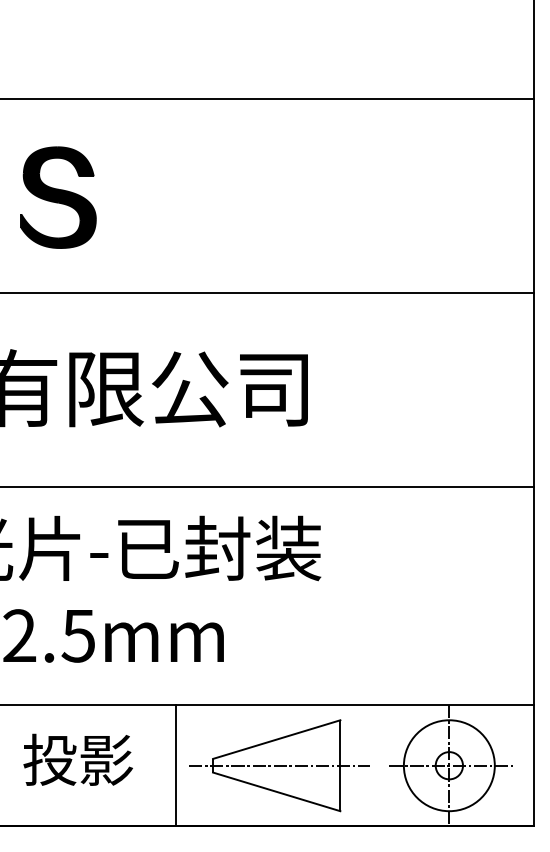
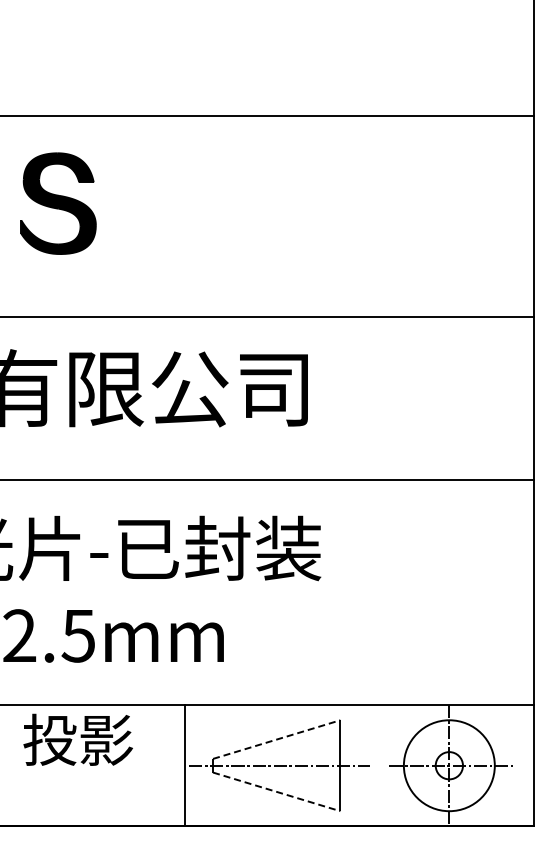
line at (267, 99) position: (267, 99) -> (267, 116)
part at (58, 197) position: (58, 197) -> (58, 203)
line at (267, 293) position: (267, 293) -> (267, 317)
line at (267, 486) position: (267, 486) -> (267, 479)
line at (276, 739): solid -> dashed
text at (77, 759) position: (77, 759) -> (77, 739)
line at (176, 765) position: (176, 765) -> (185, 765)
line at (276, 791): solid -> dashed
